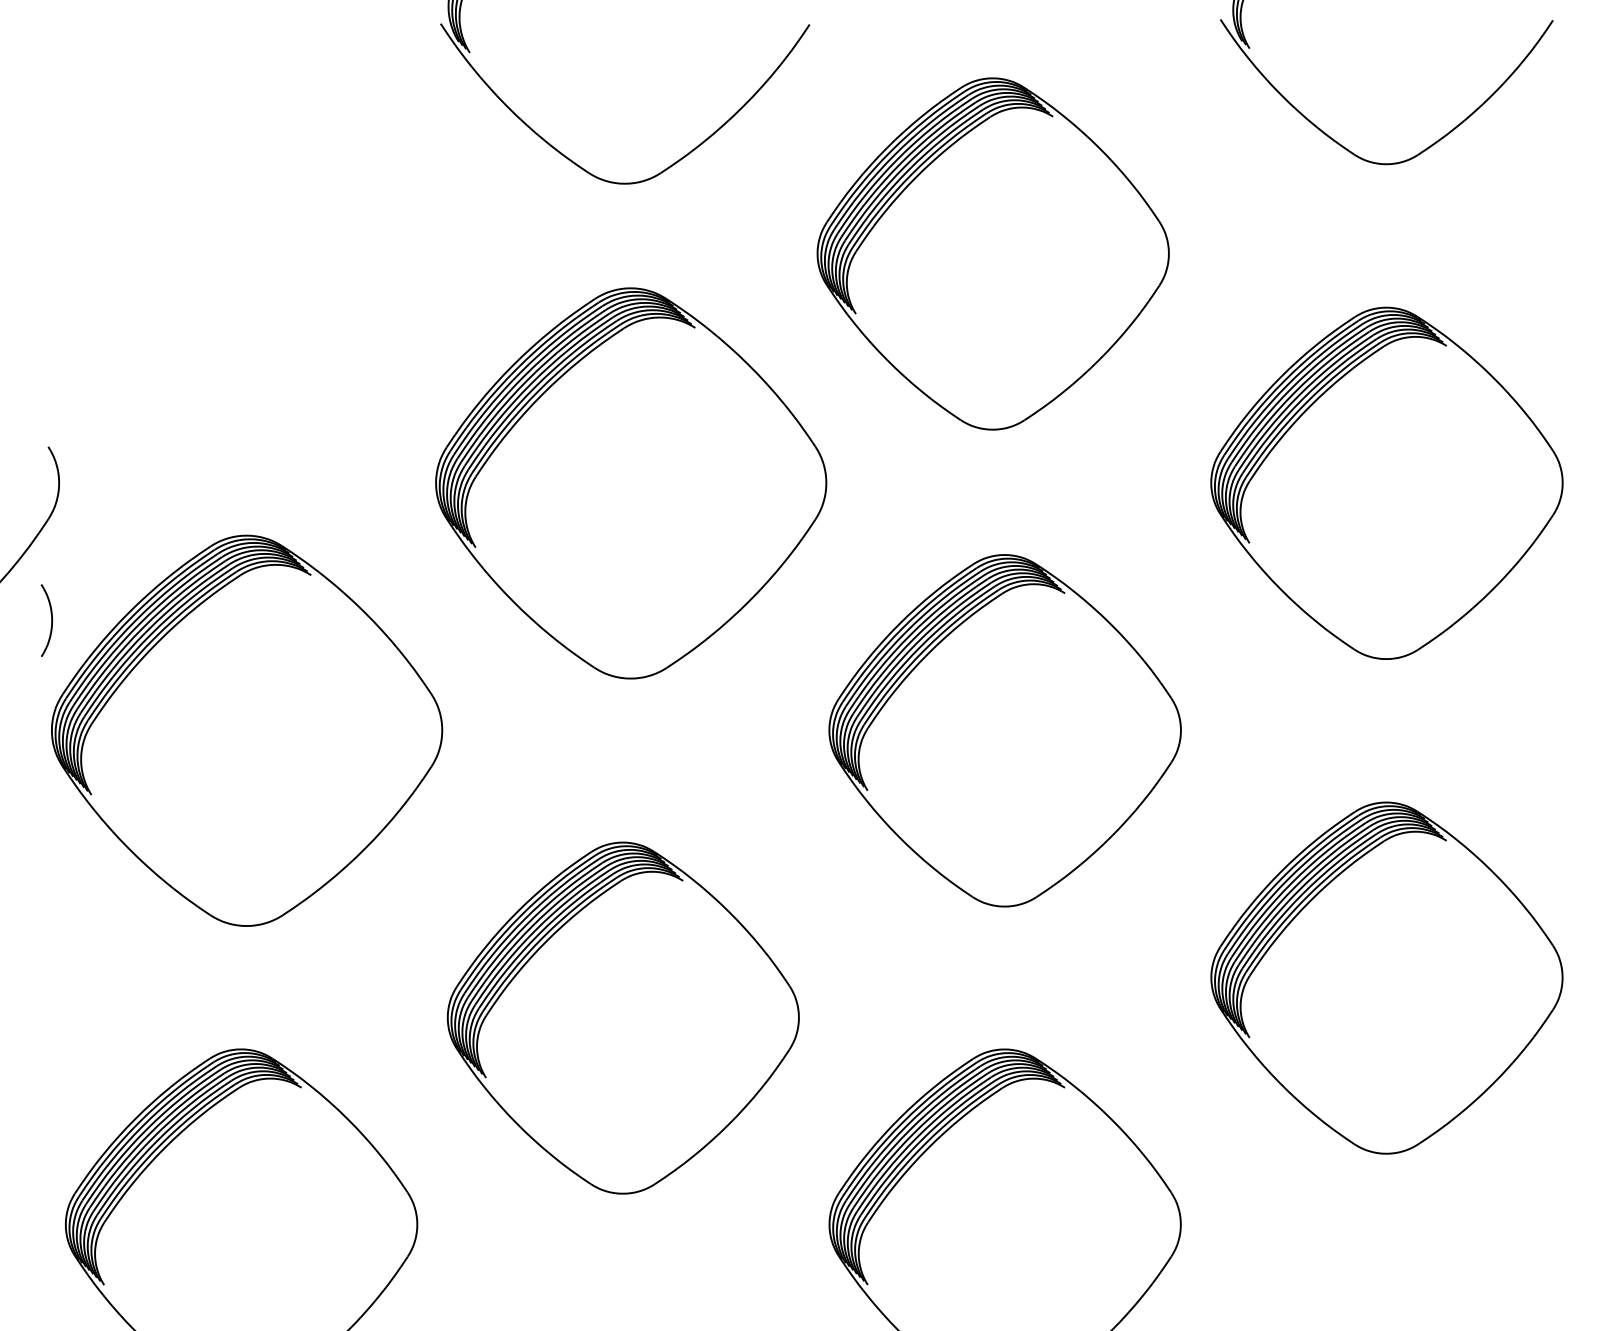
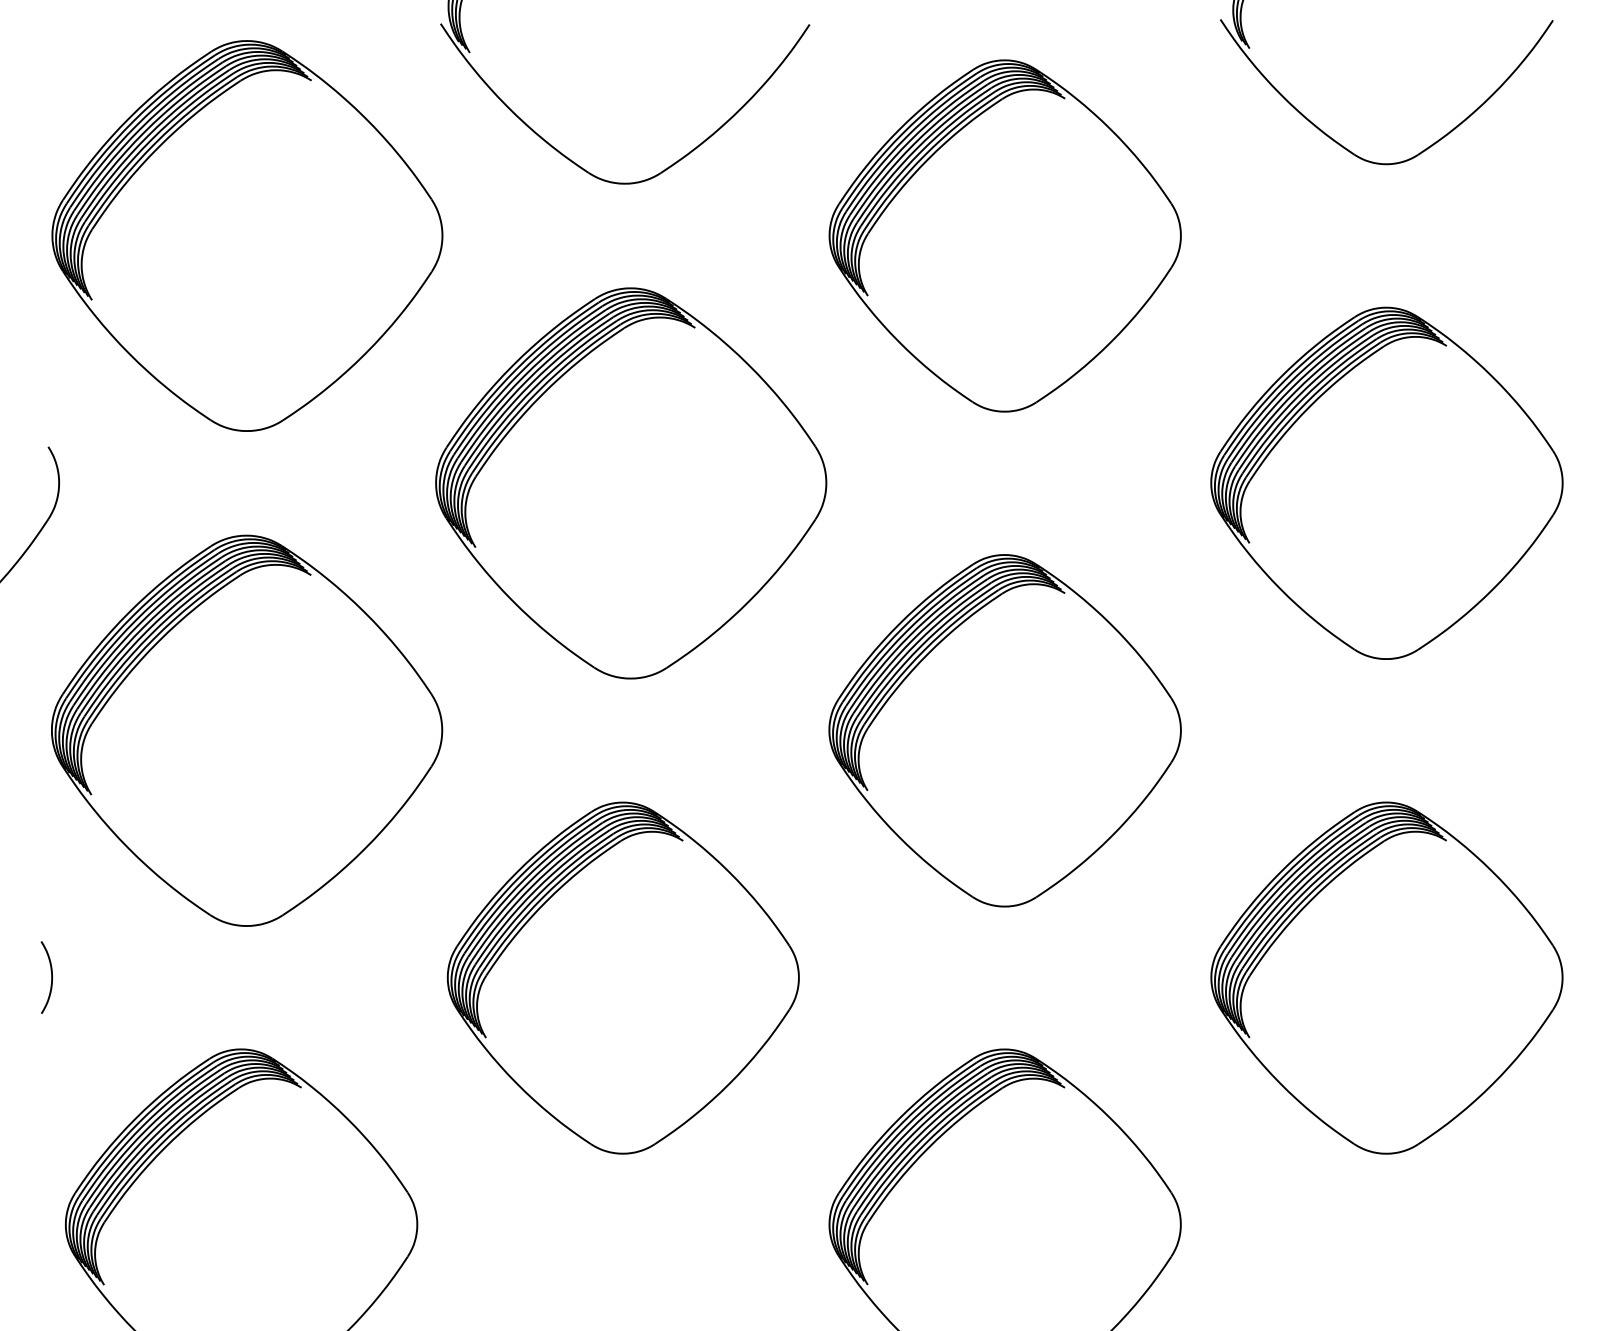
part at (247, 235): none -> present
part at (992, 253) position: (992, 253) -> (1004, 235)
curve at (51, 620) position: (51, 620) -> (51, 977)
part at (622, 1017) position: (622, 1017) -> (622, 977)
